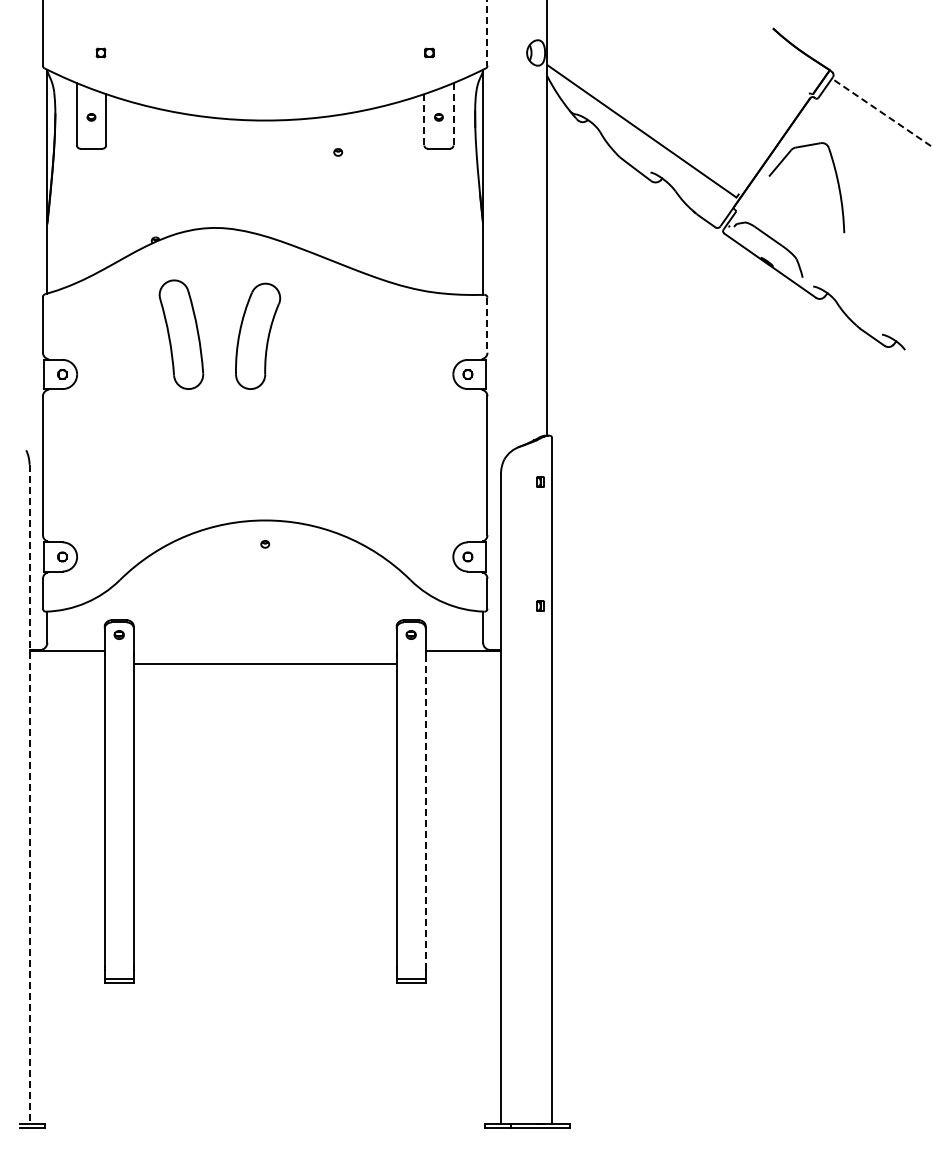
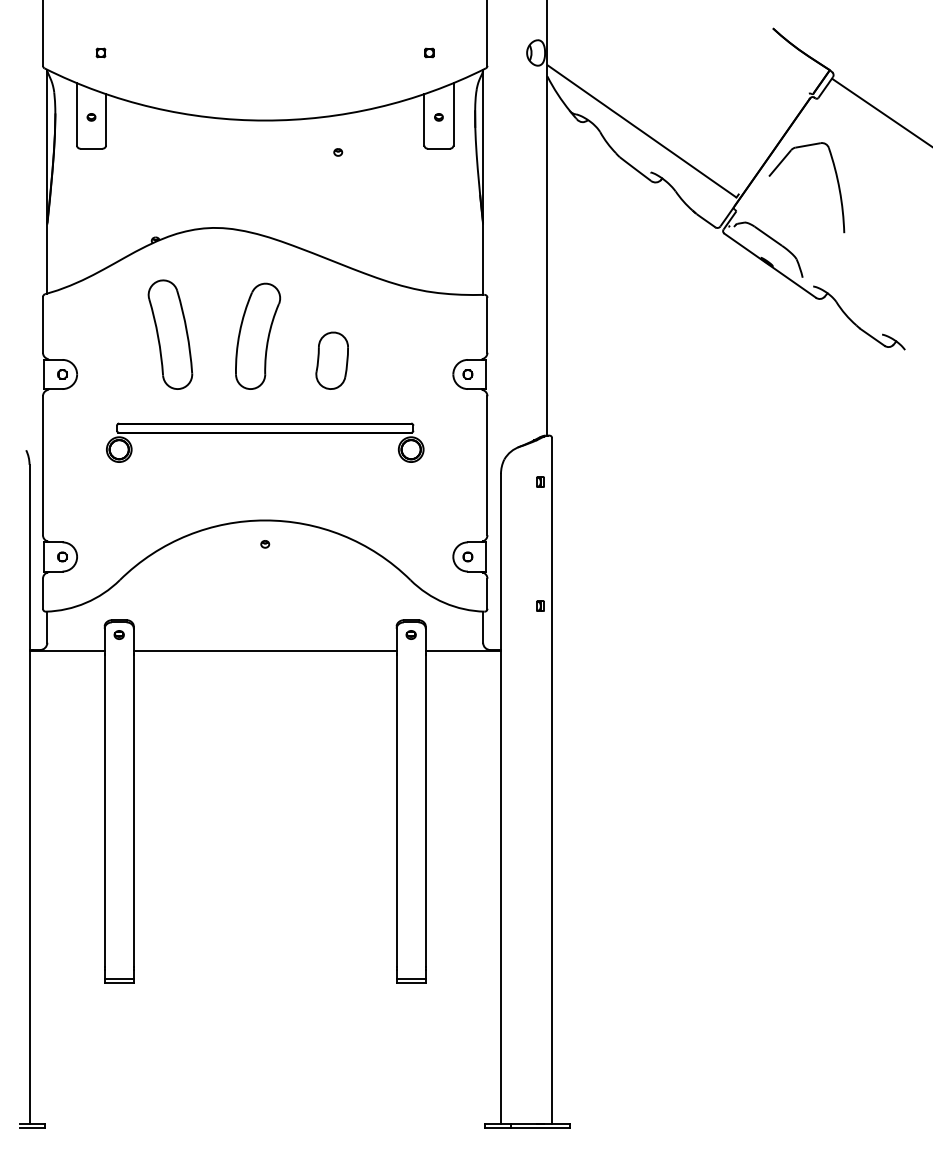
line at (487, 33): dashed -> solid
line at (882, 112): dashed -> solid
line at (453, 114): dashed -> solid
line at (424, 119): dashed -> solid
line at (487, 325): dashed -> solid
part at (181, 334) position: (181, 334) -> (170, 334)
part at (331, 360): none -> present
part at (265, 433): none -> present
line at (264, 663) position: (264, 663) -> (264, 650)
line at (29, 794): dashed -> solid
line at (425, 811): dashed -> solid
